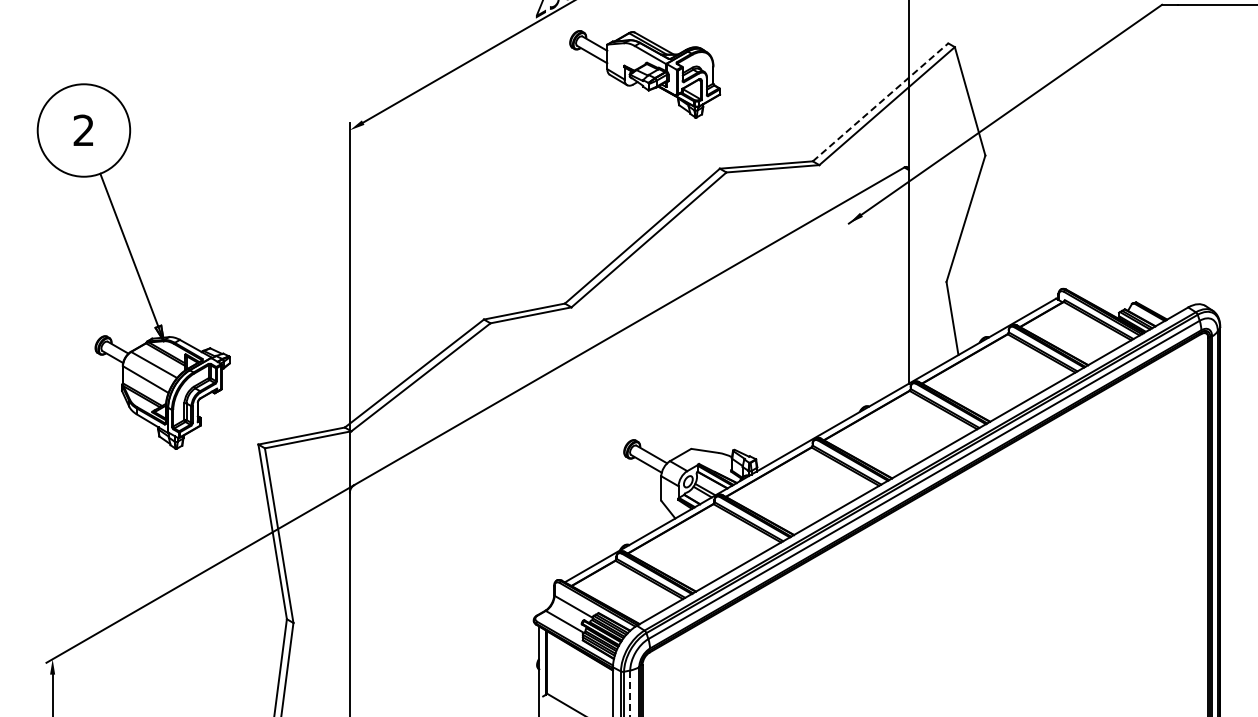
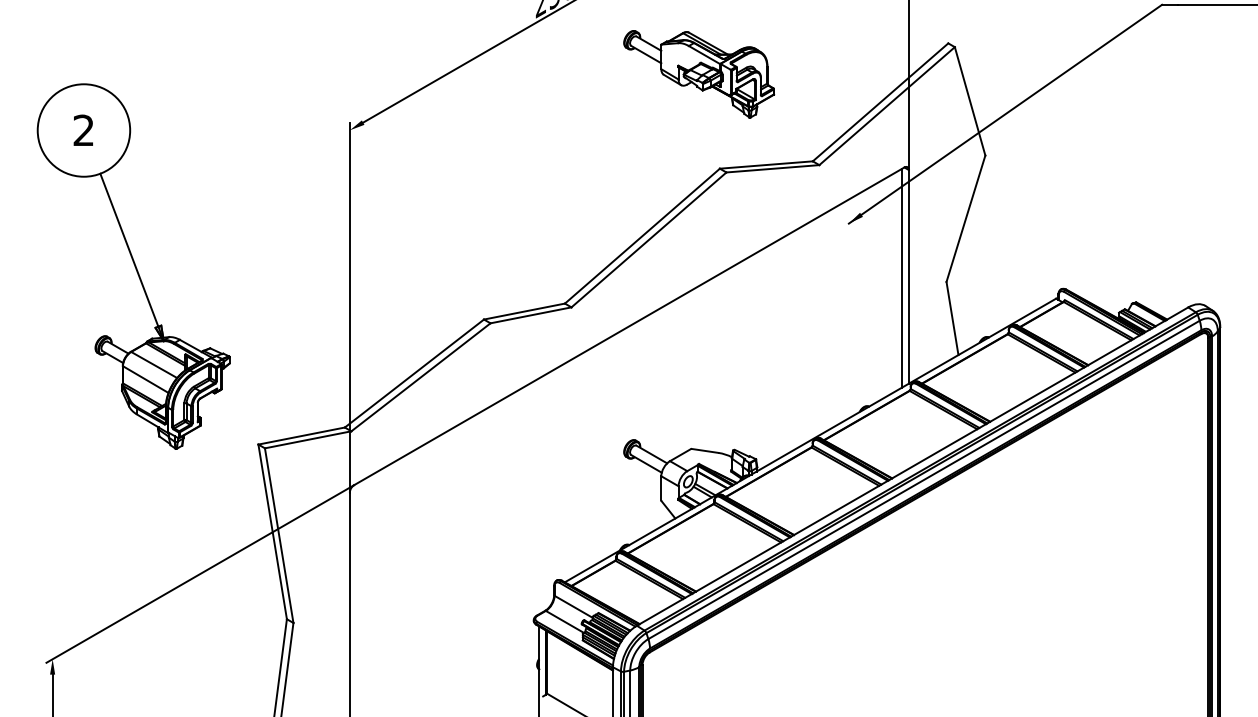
part at (645, 74) position: (645, 74) -> (699, 74)
line at (880, 102): dashed -> solid
line at (902, 277): none -> present
line at (630, 693): dashed -> solid
